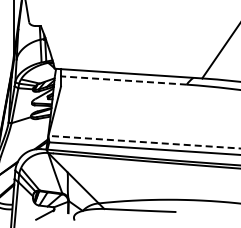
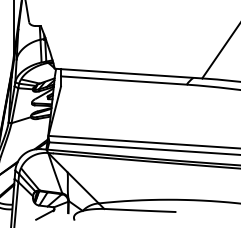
line at (124, 80): dashed -> solid
line at (144, 142): dashed -> solid
